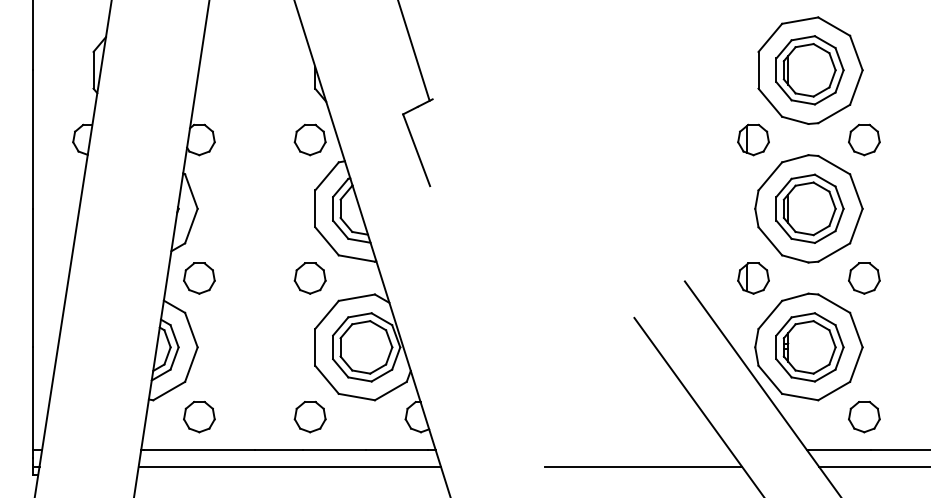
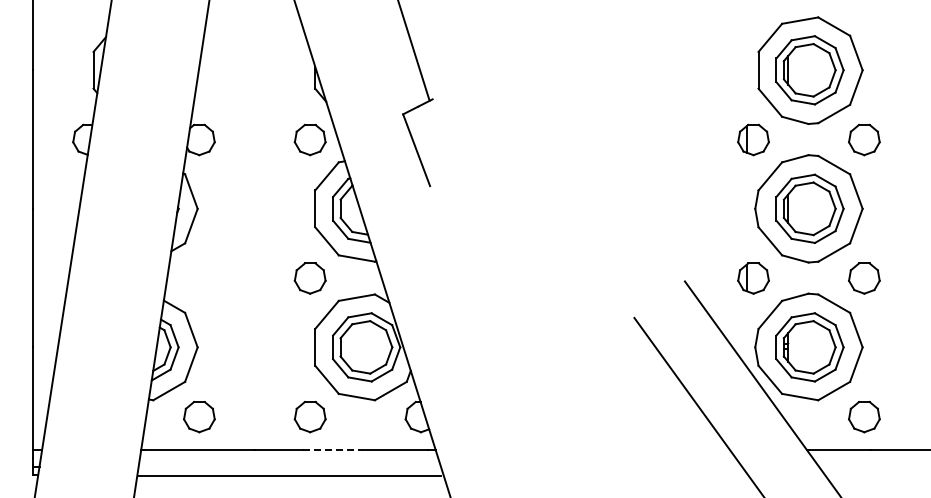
part at (199, 278): present -> none
line at (334, 449): solid -> dashed
line at (289, 466) position: (289, 466) -> (289, 475)
line at (643, 466): present -> none
line at (873, 466): present -> none
